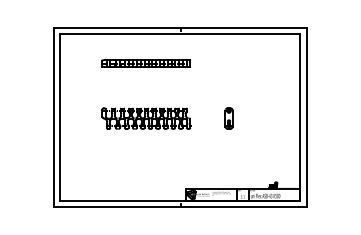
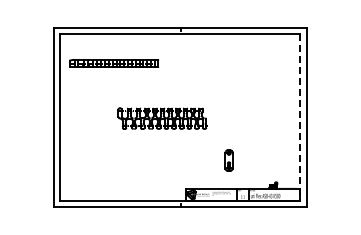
part at (146, 63) position: (146, 63) -> (114, 63)
line at (299, 117): solid -> dashed
part at (146, 118) position: (146, 118) -> (162, 118)
part at (228, 118) position: (228, 118) -> (228, 160)
